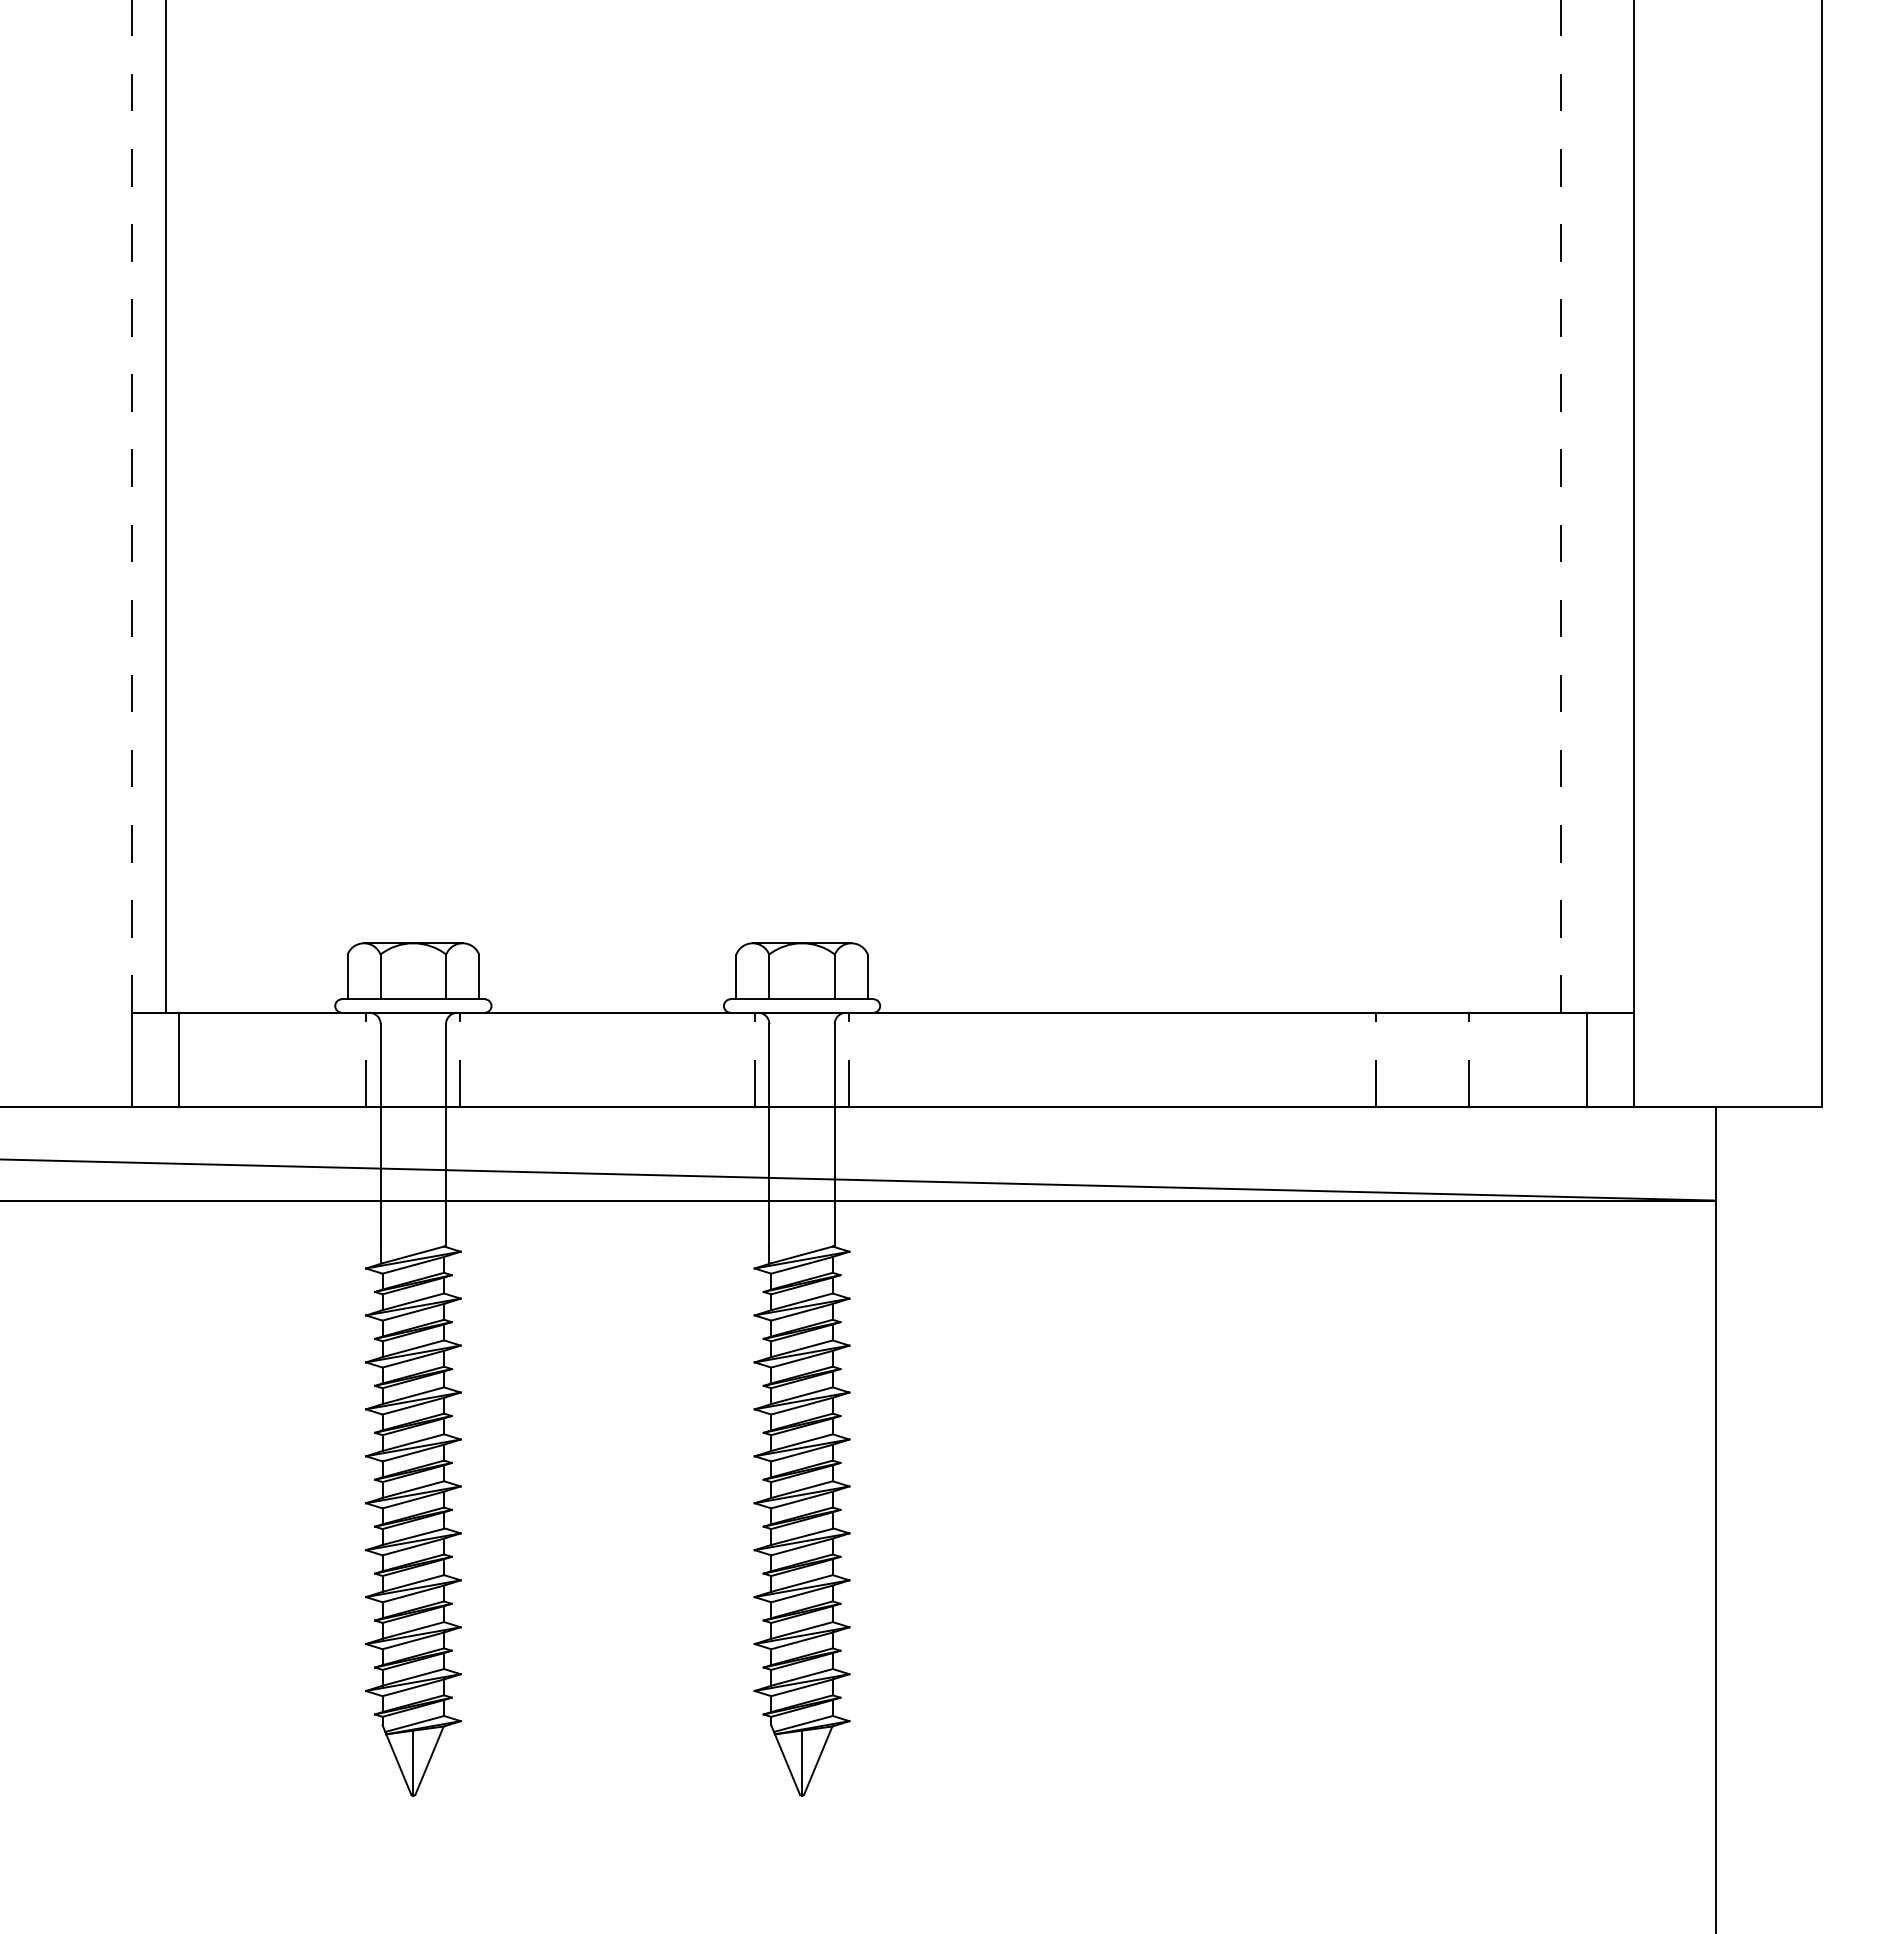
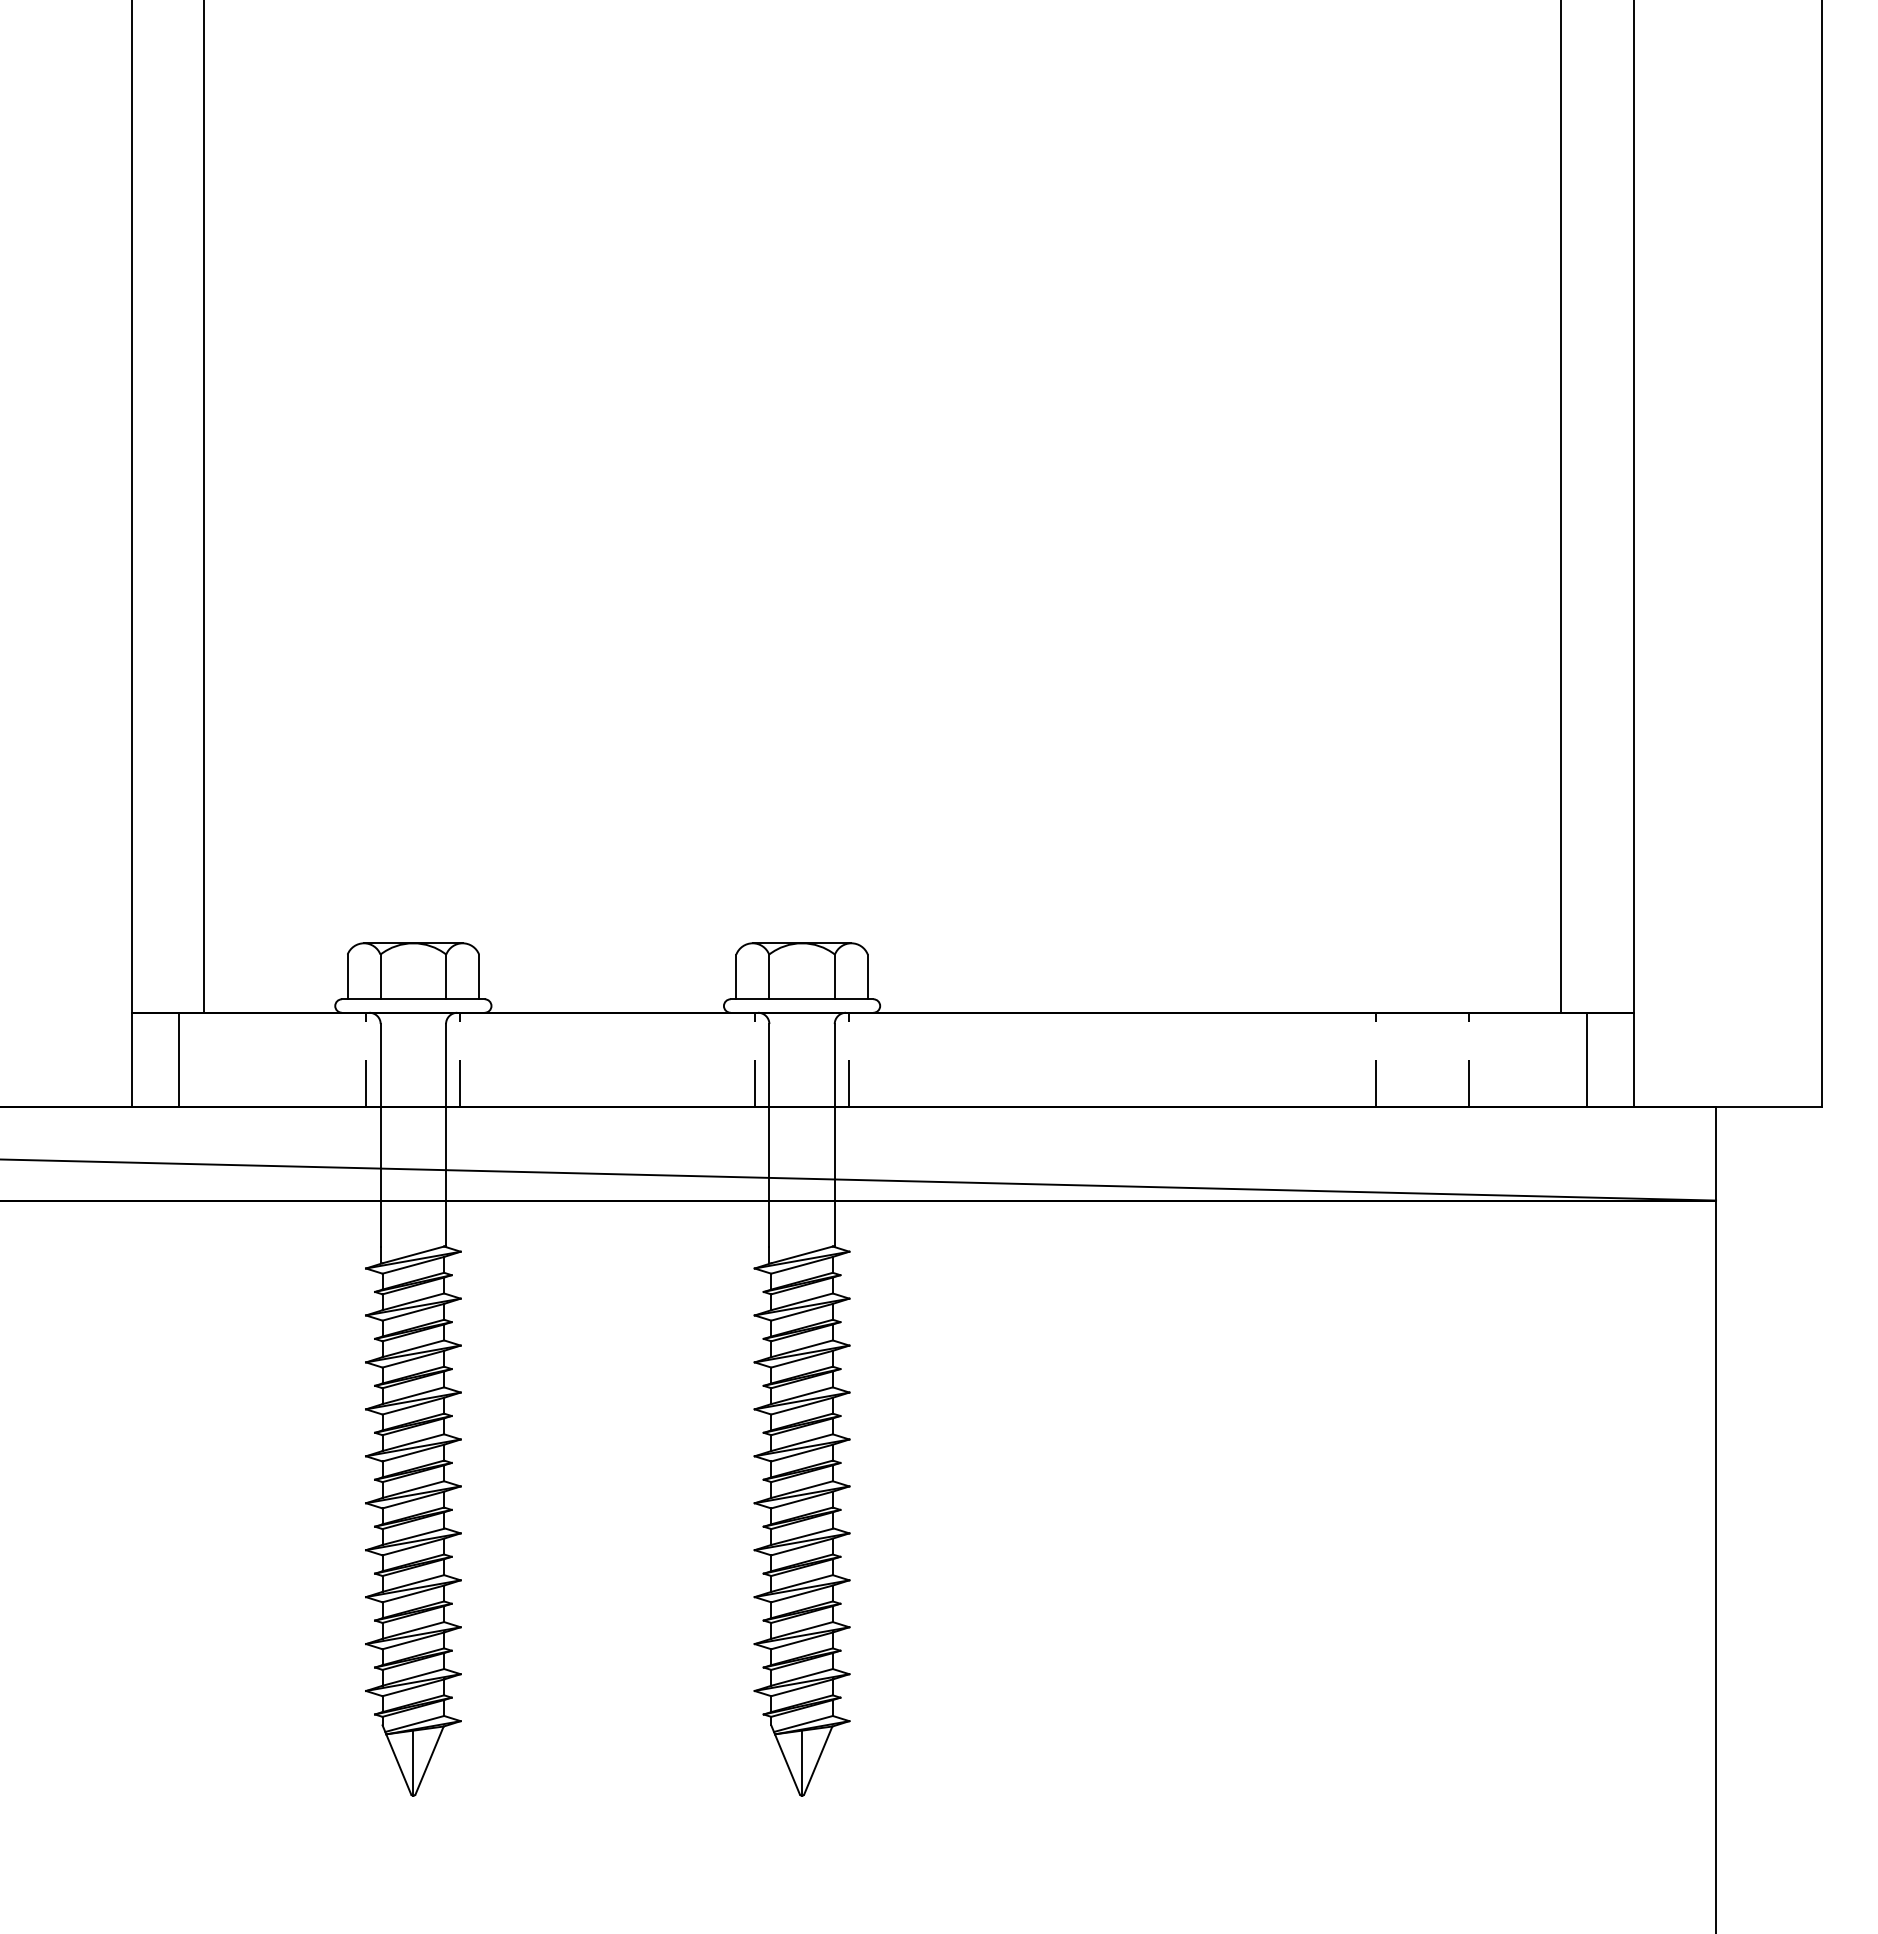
line at (131, 506): dashed -> solid
line at (1561, 506): dashed -> solid
line at (166, 507) position: (166, 507) -> (204, 507)
